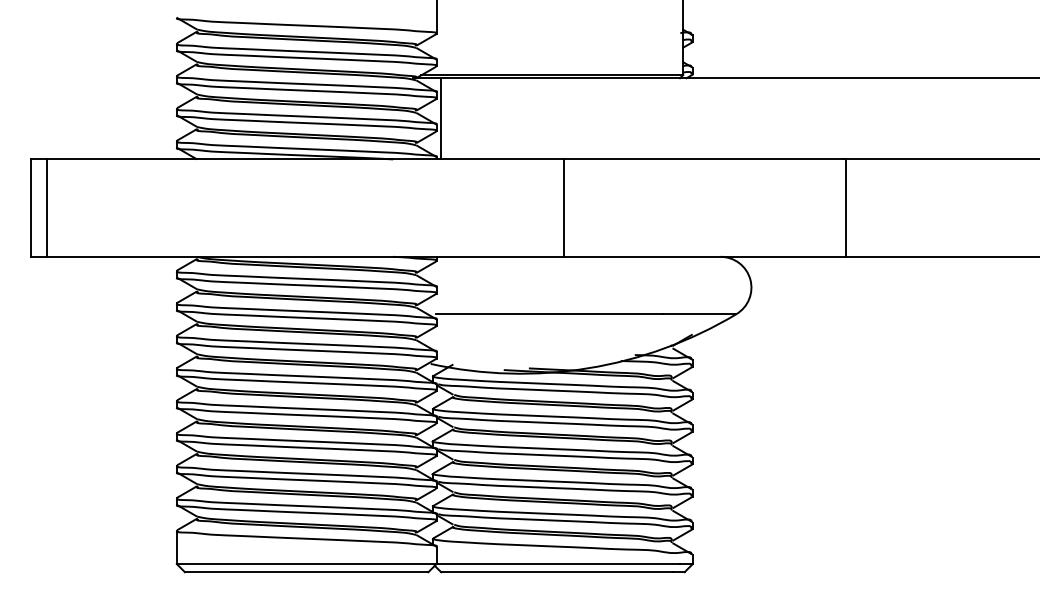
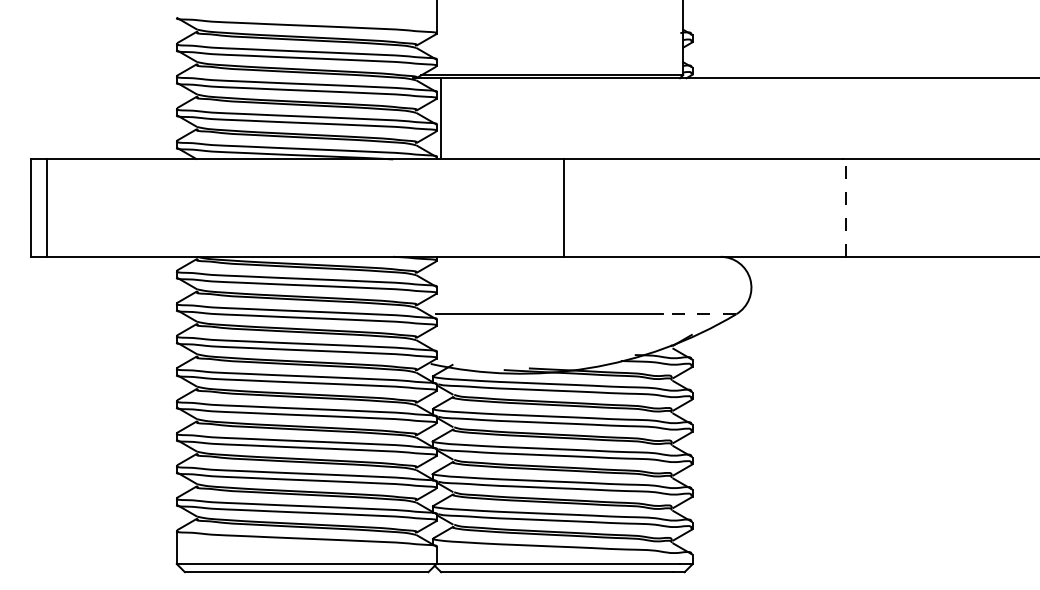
line at (845, 208): solid -> dashed
line at (699, 314): solid -> dashed
